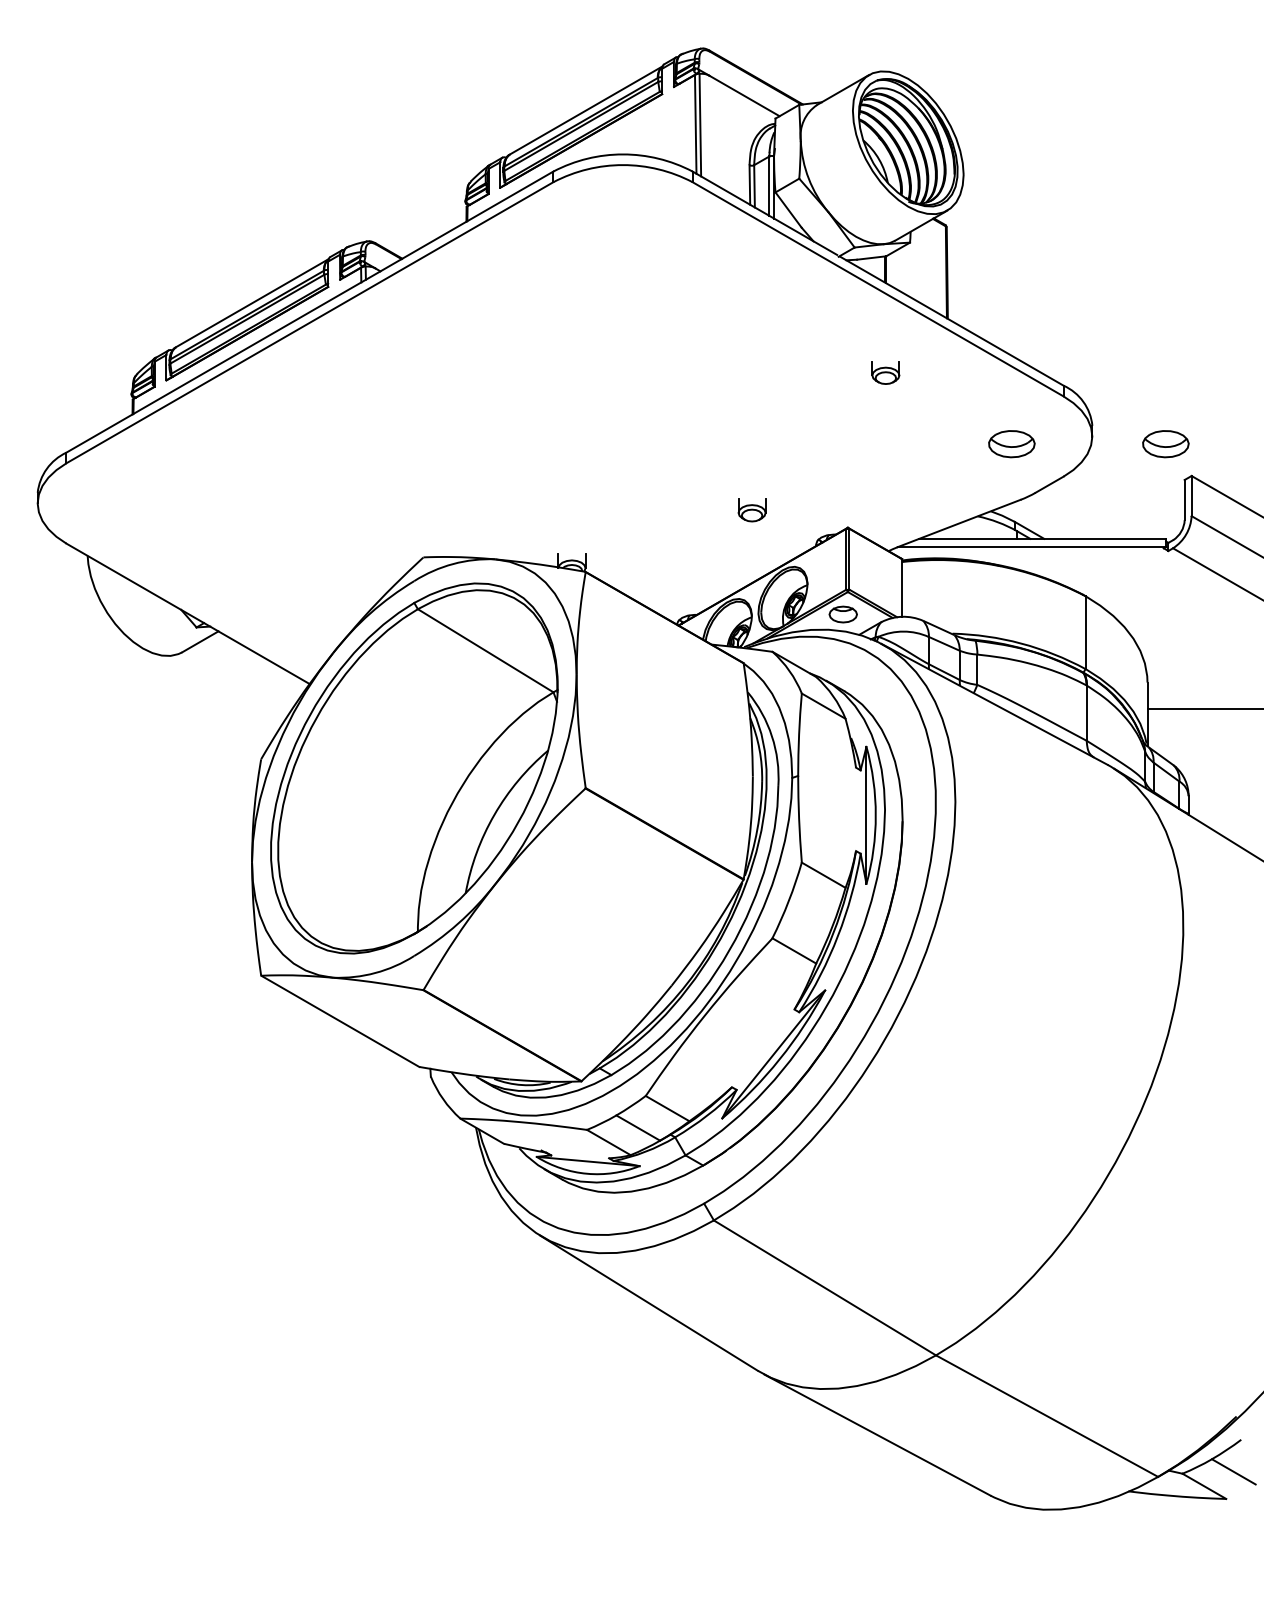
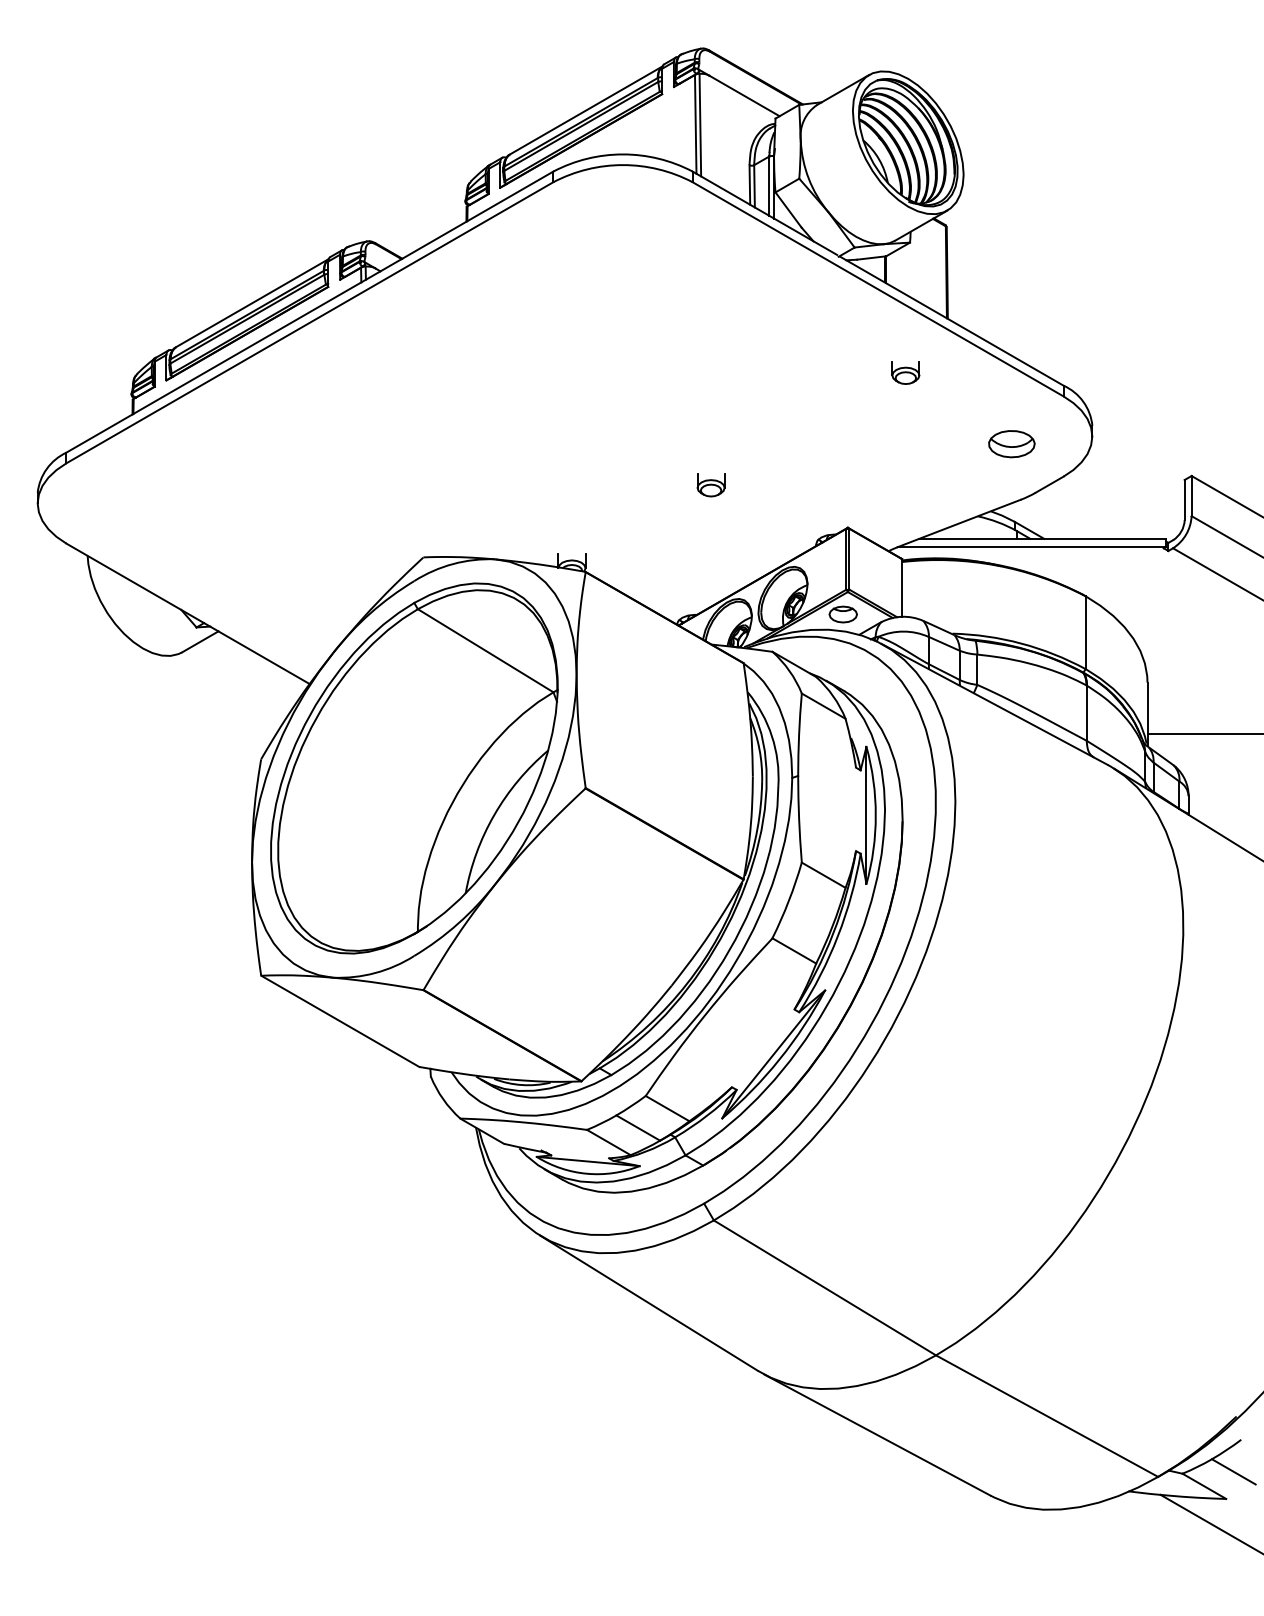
part at (885, 372) position: (885, 372) -> (905, 372)
part at (1165, 444): present -> none
part at (751, 510) position: (751, 510) -> (710, 485)
line at (1203, 709) position: (1203, 709) -> (1203, 734)
line at (1210, 1523): none -> present
